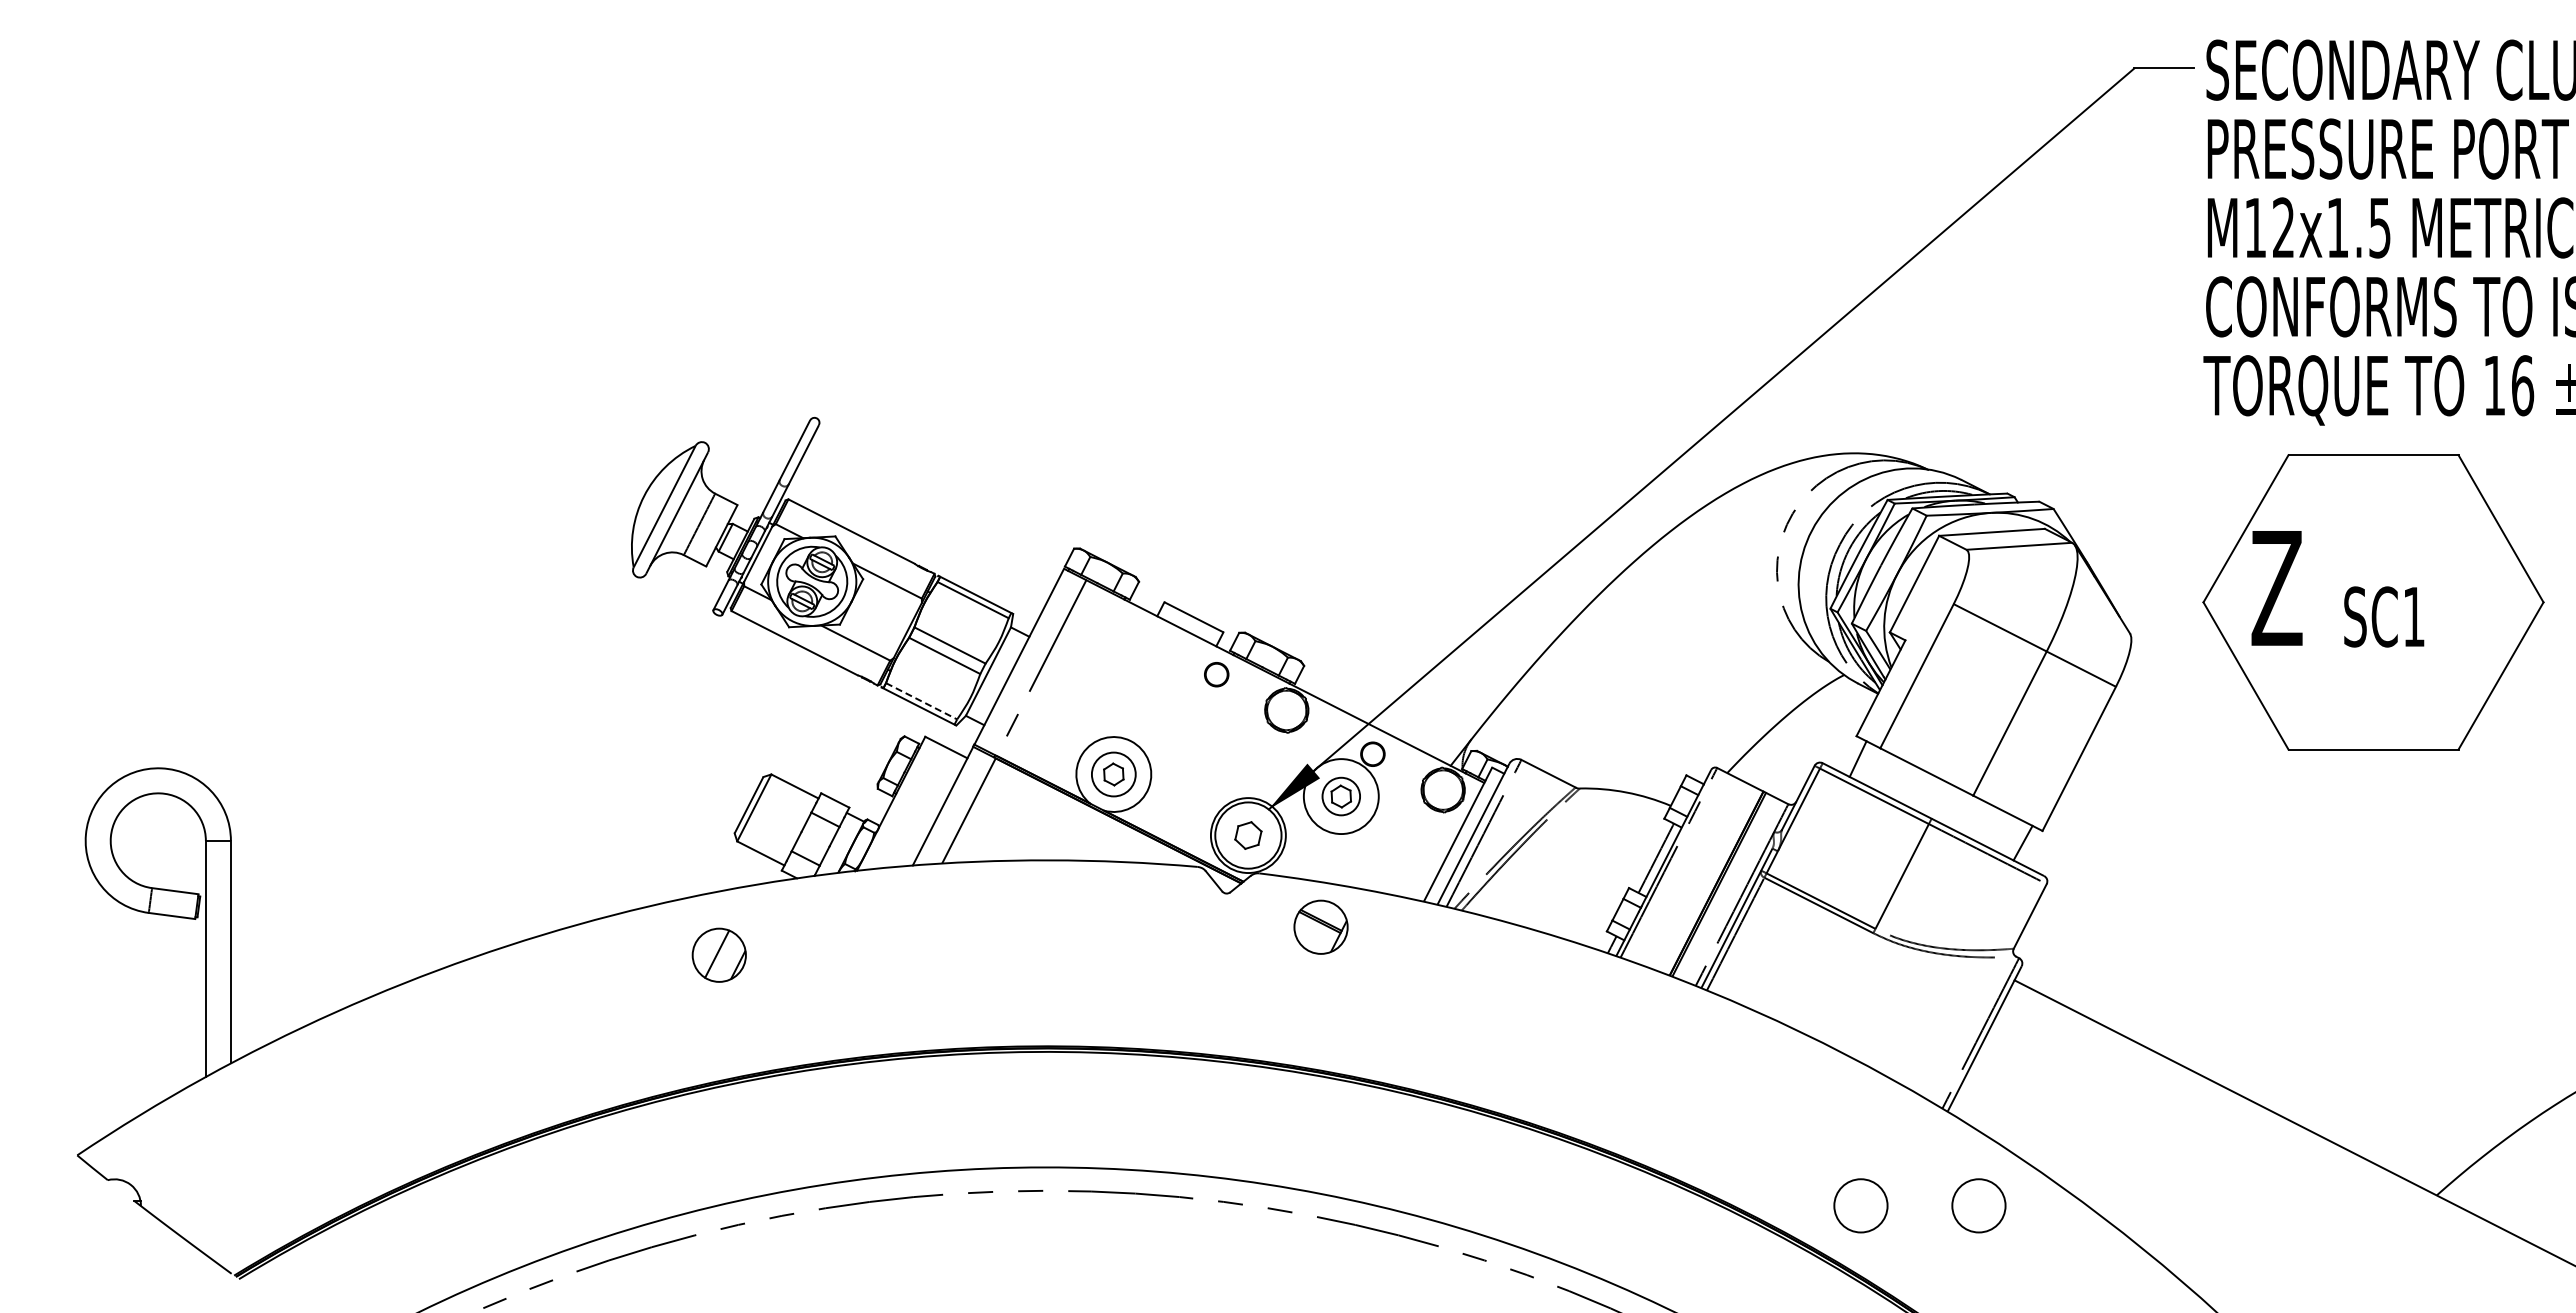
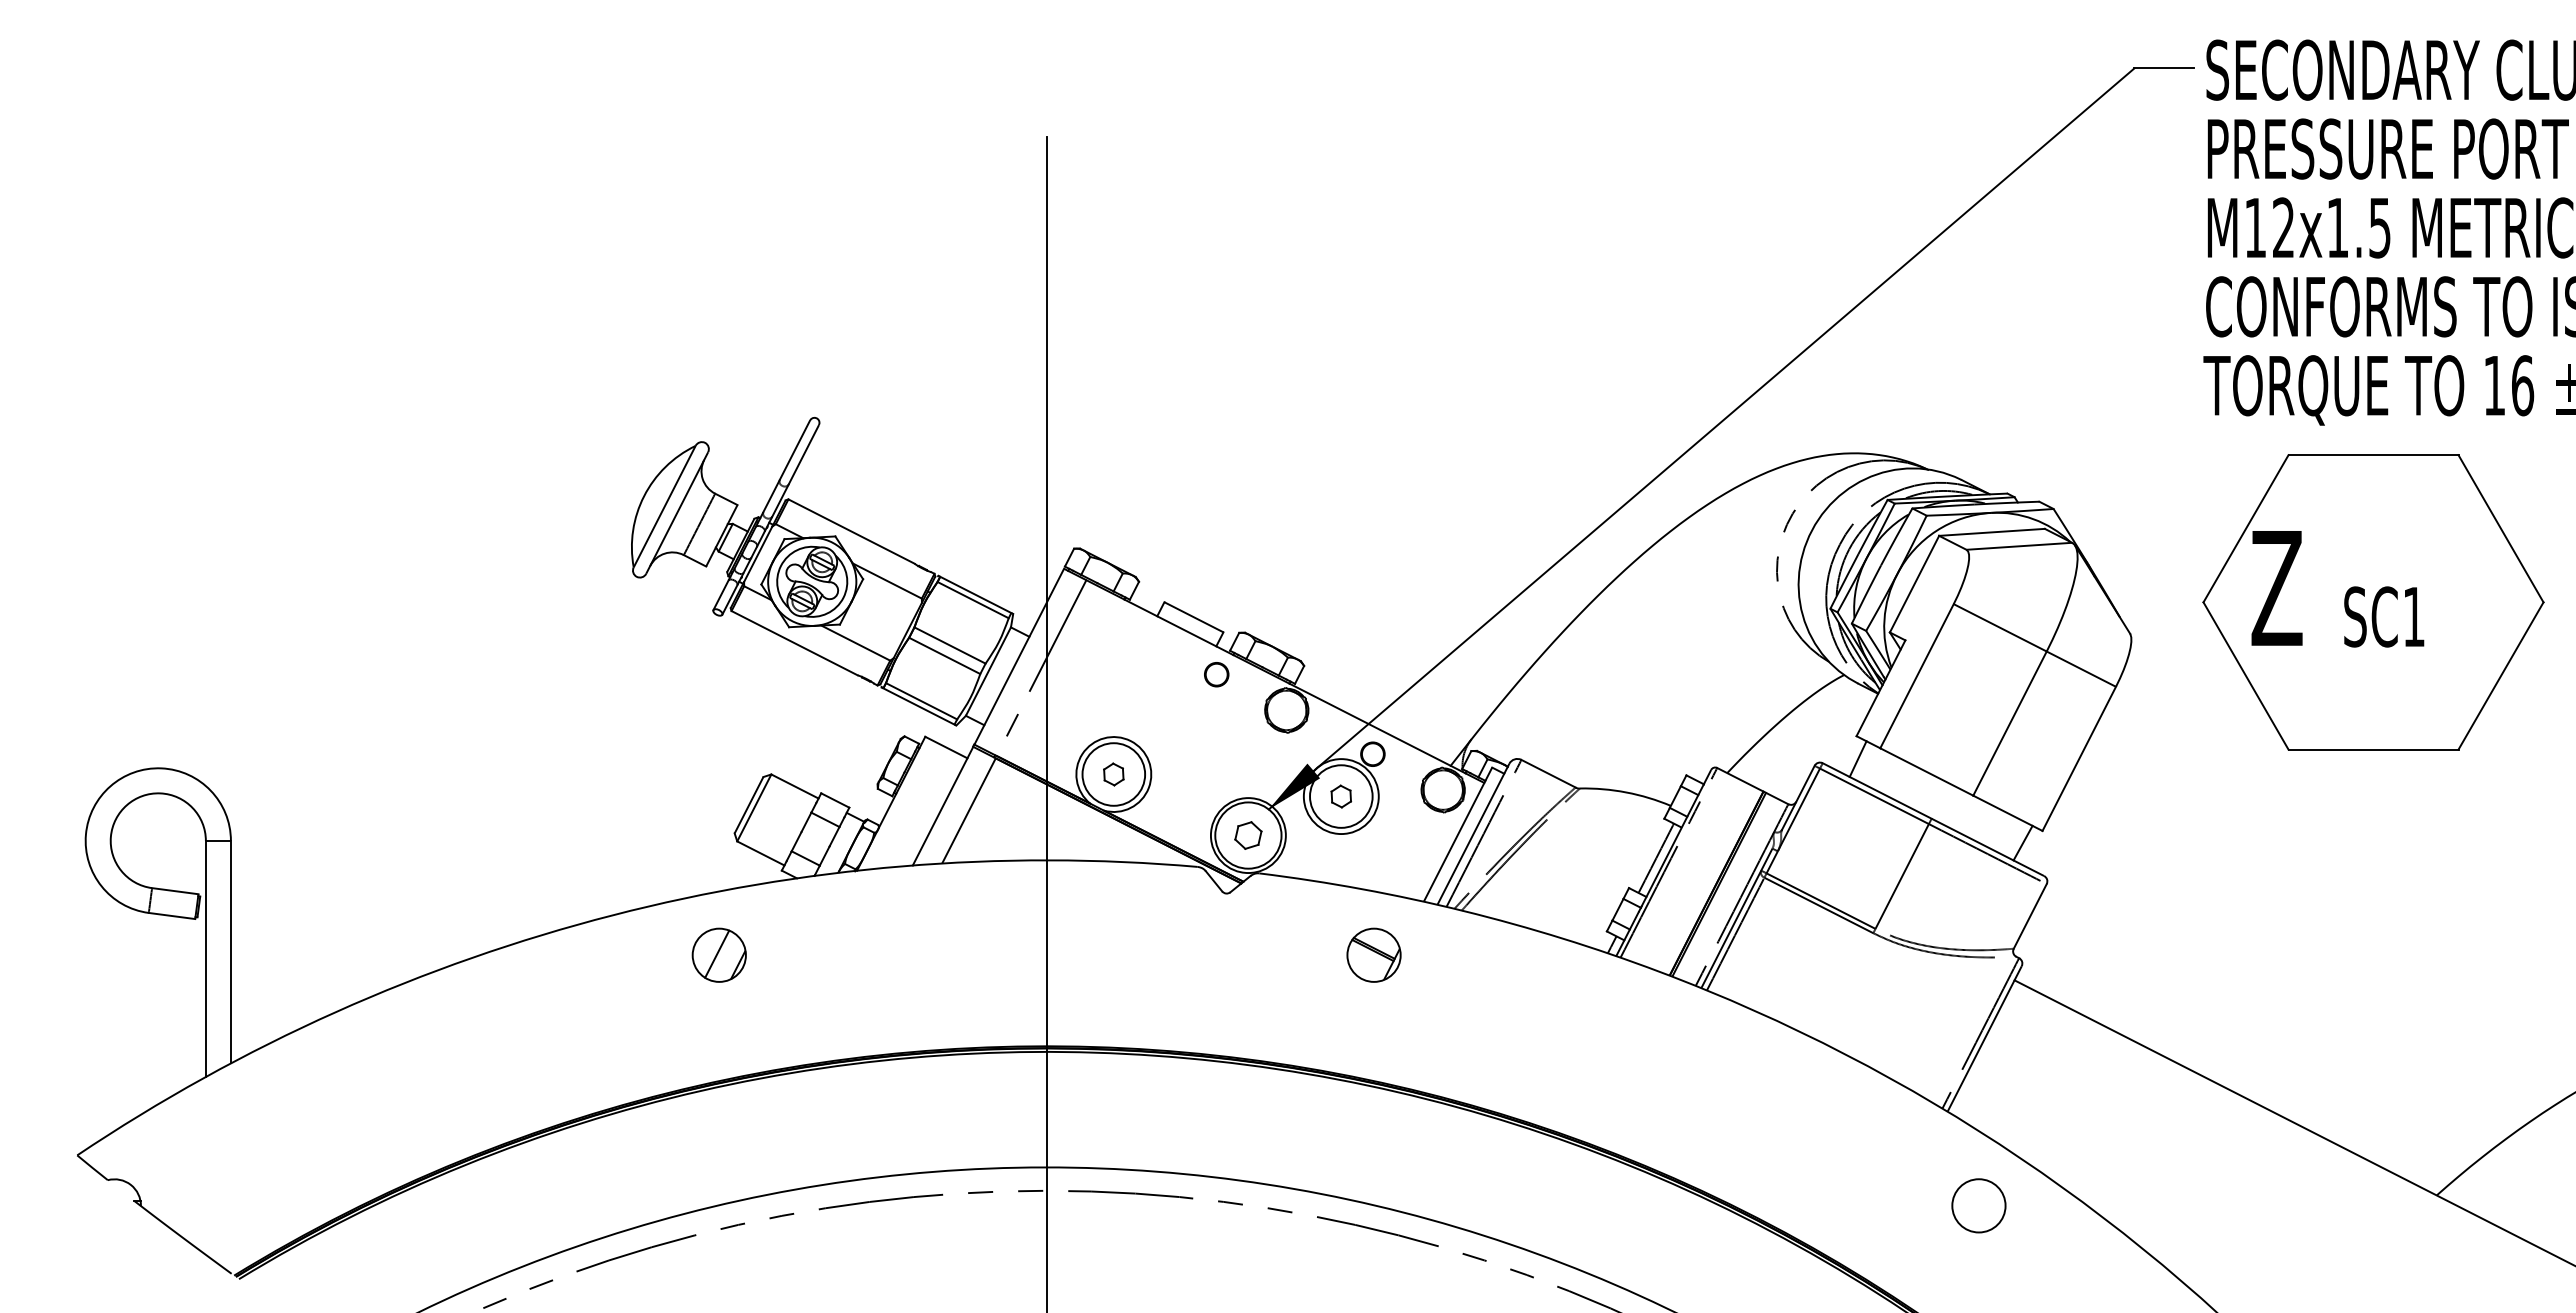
line at (921, 701): dashed -> solid
line at (1046, 722): none -> present
circle at (1113, 774) diameter: 44 px -> 63 px
circle at (1341, 796) diameter: 38 px -> 63 px
part at (1320, 926) position: (1320, 926) -> (1373, 954)
circle at (1860, 1205): present -> none
